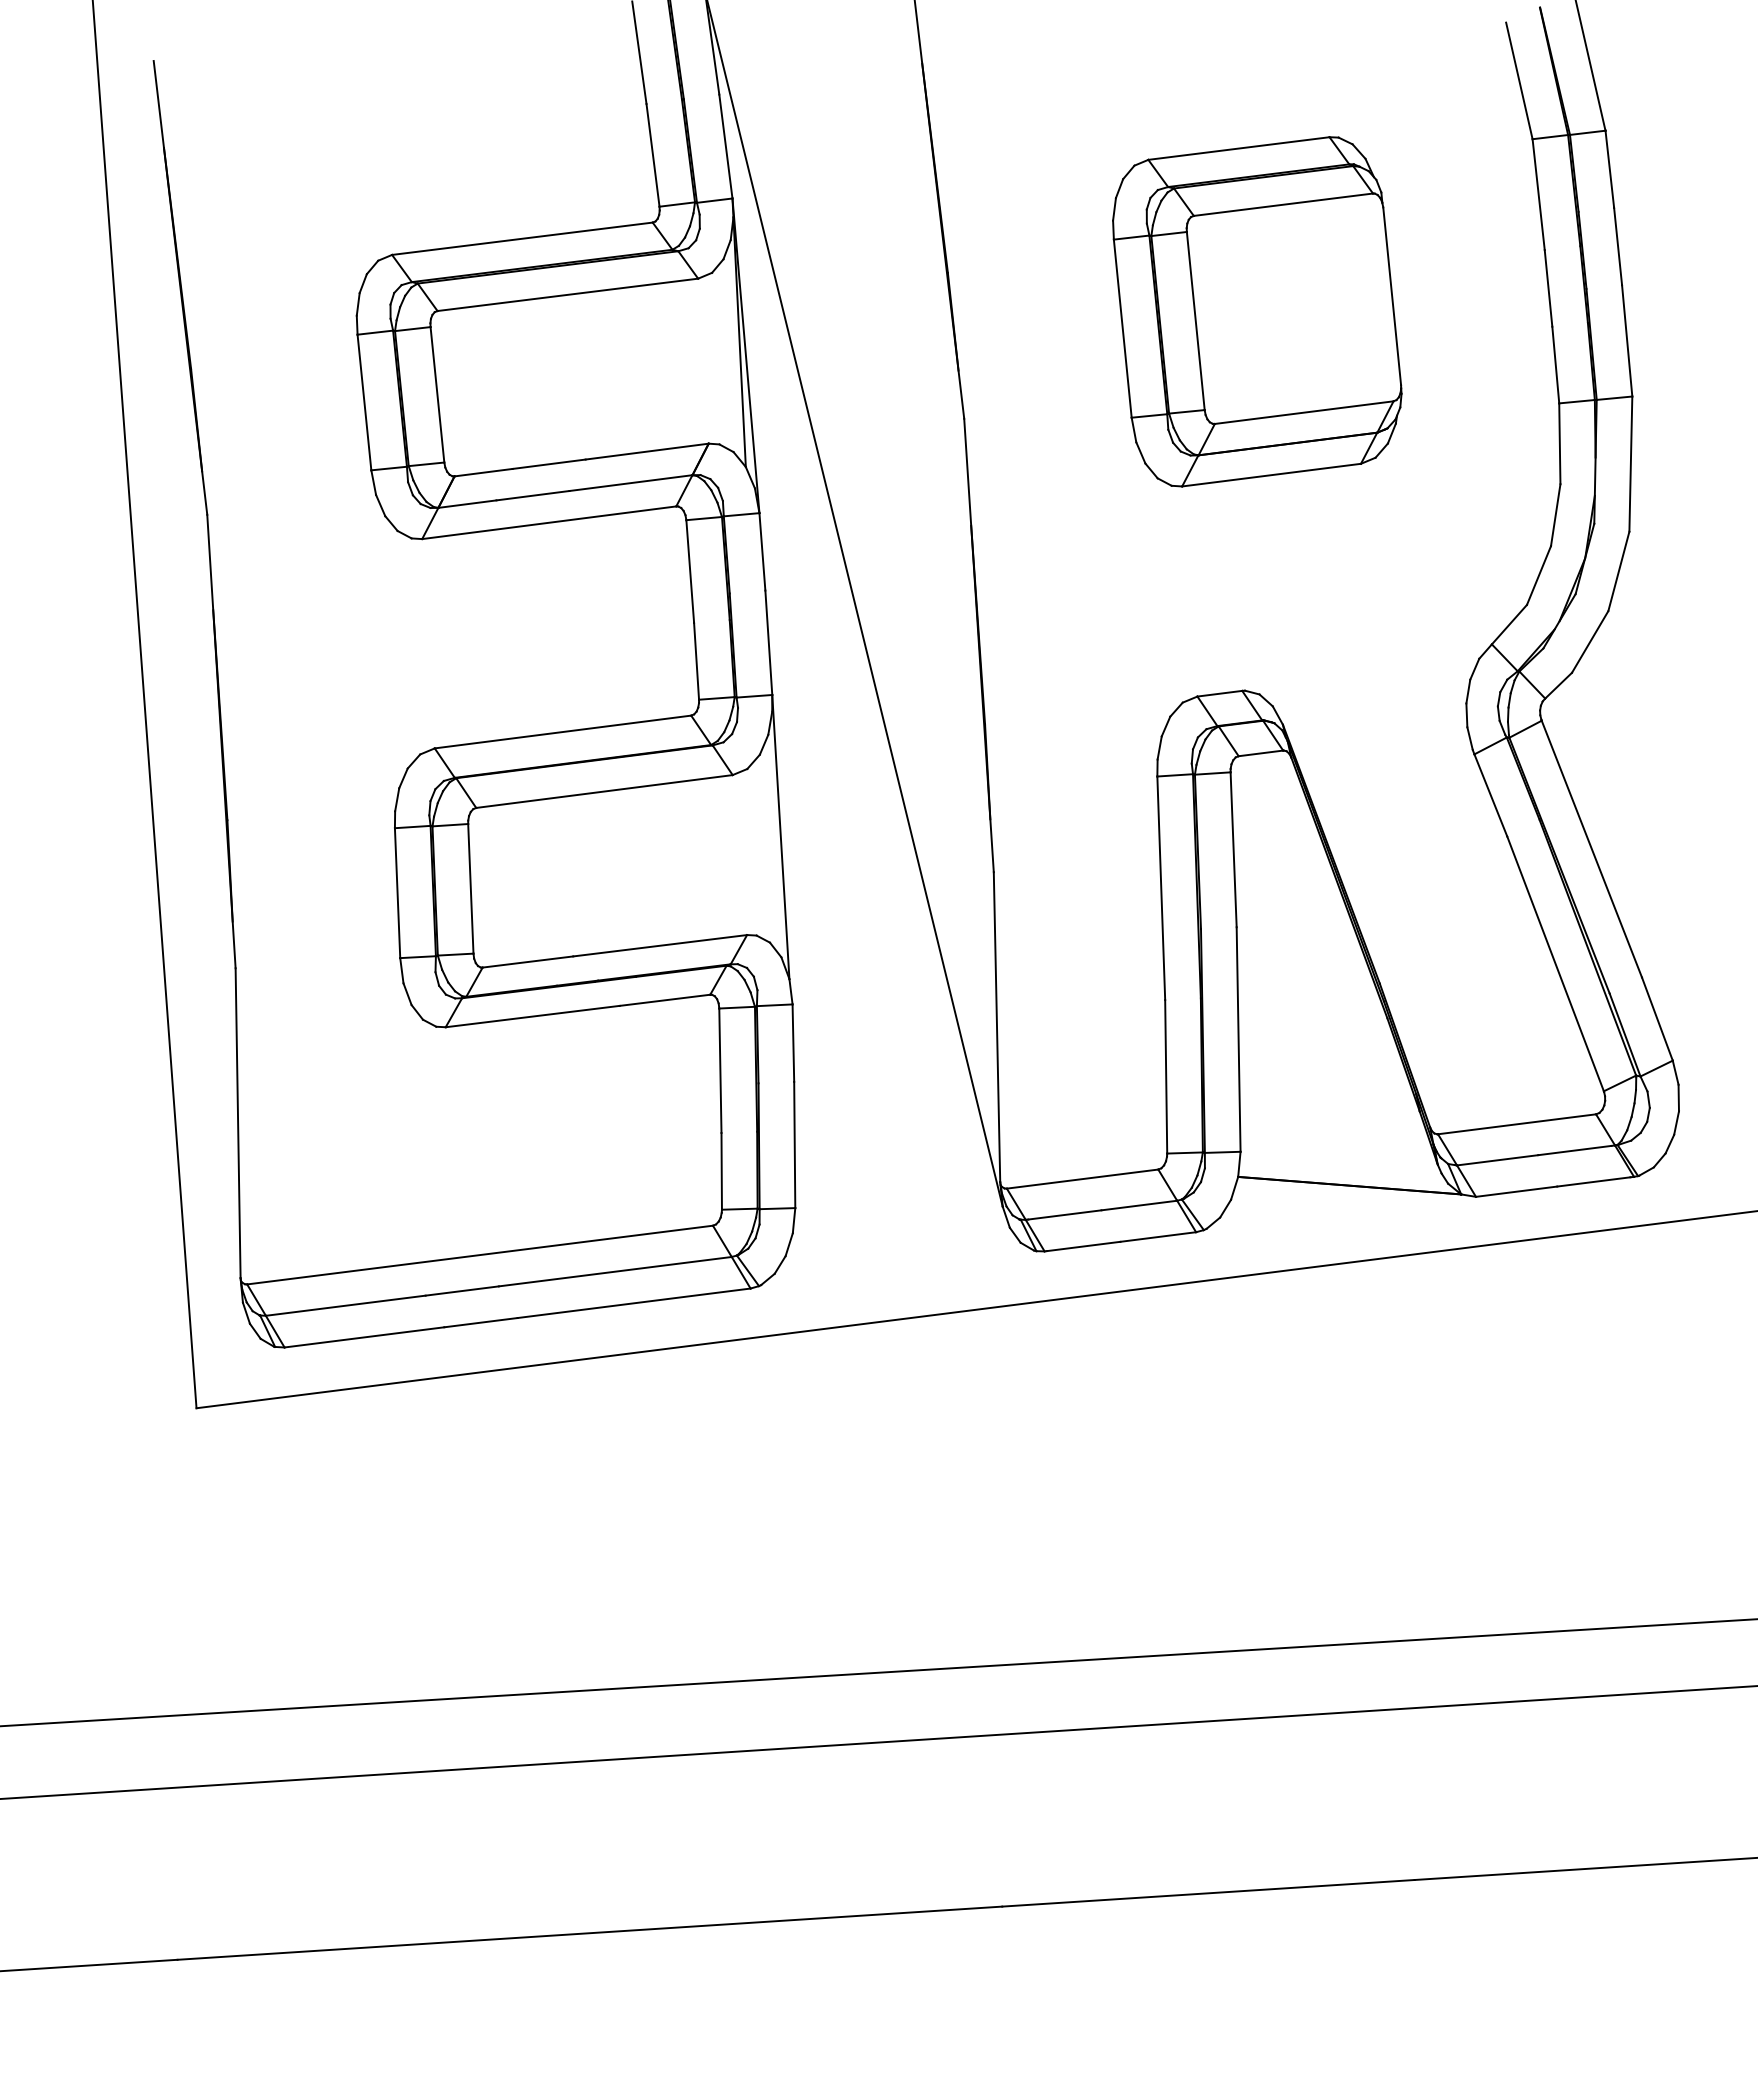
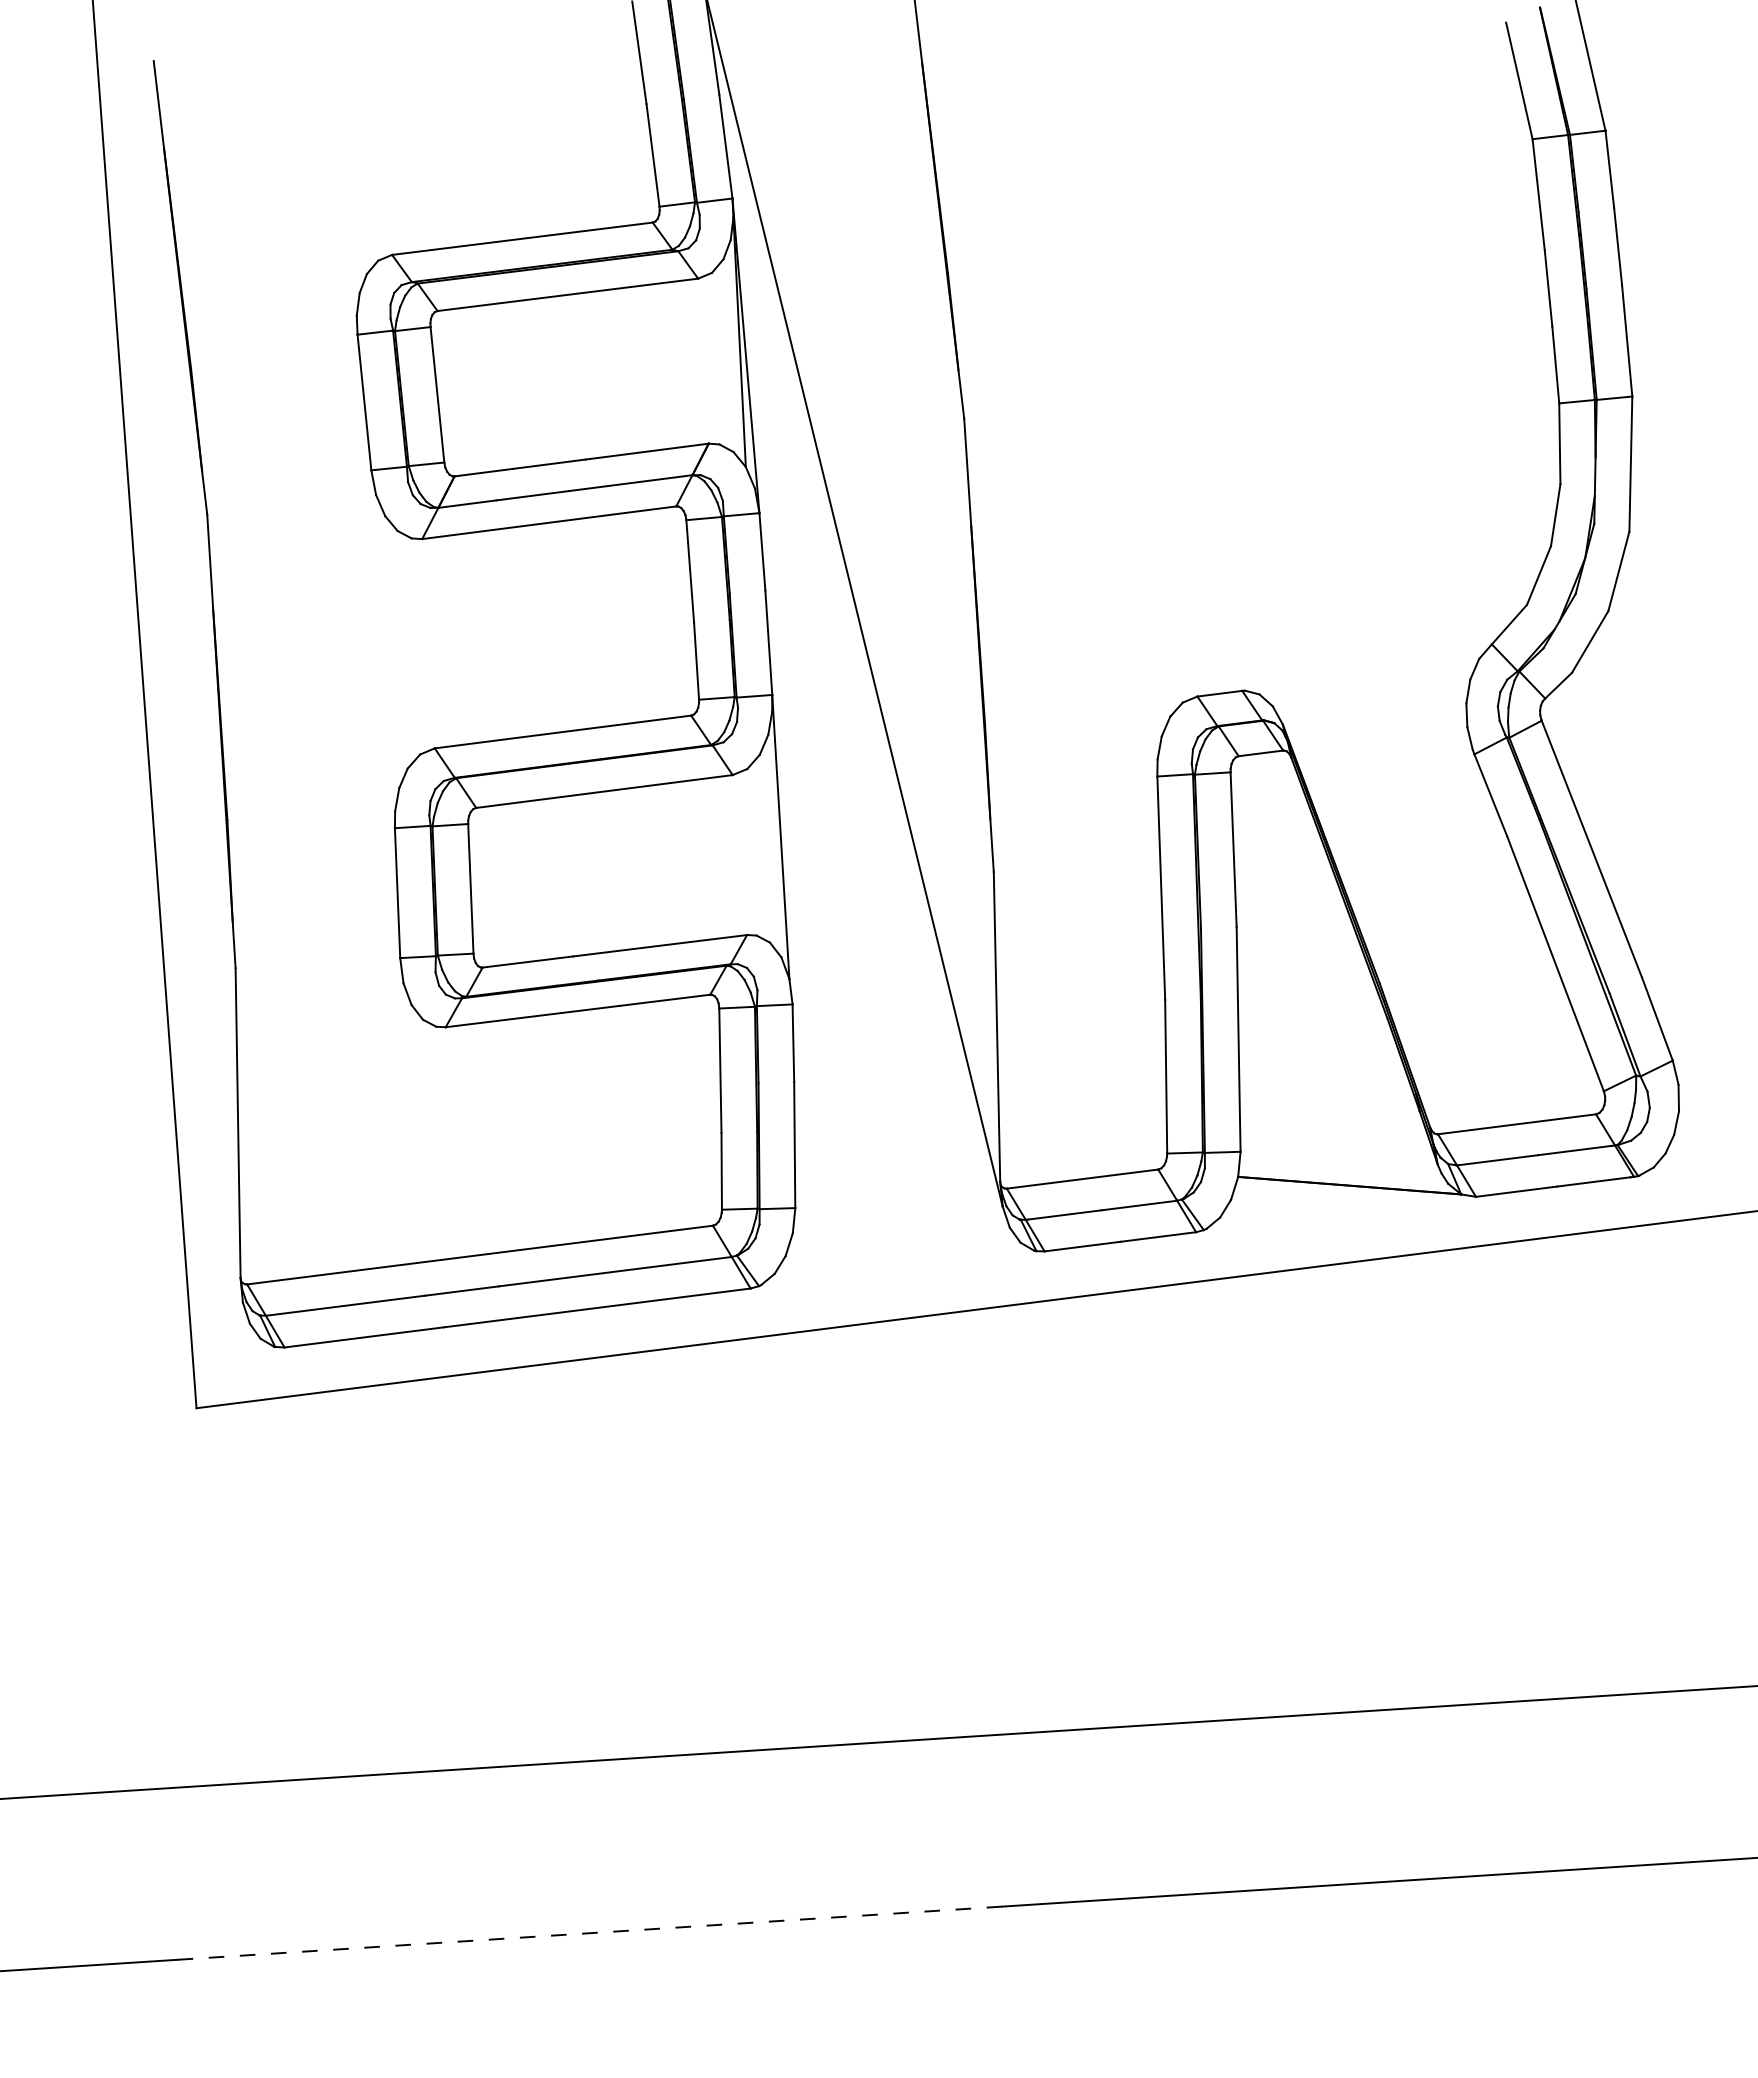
part at (1257, 311): present -> none
line at (878, 1672): present -> none
line at (589, 1933): solid -> dashed
